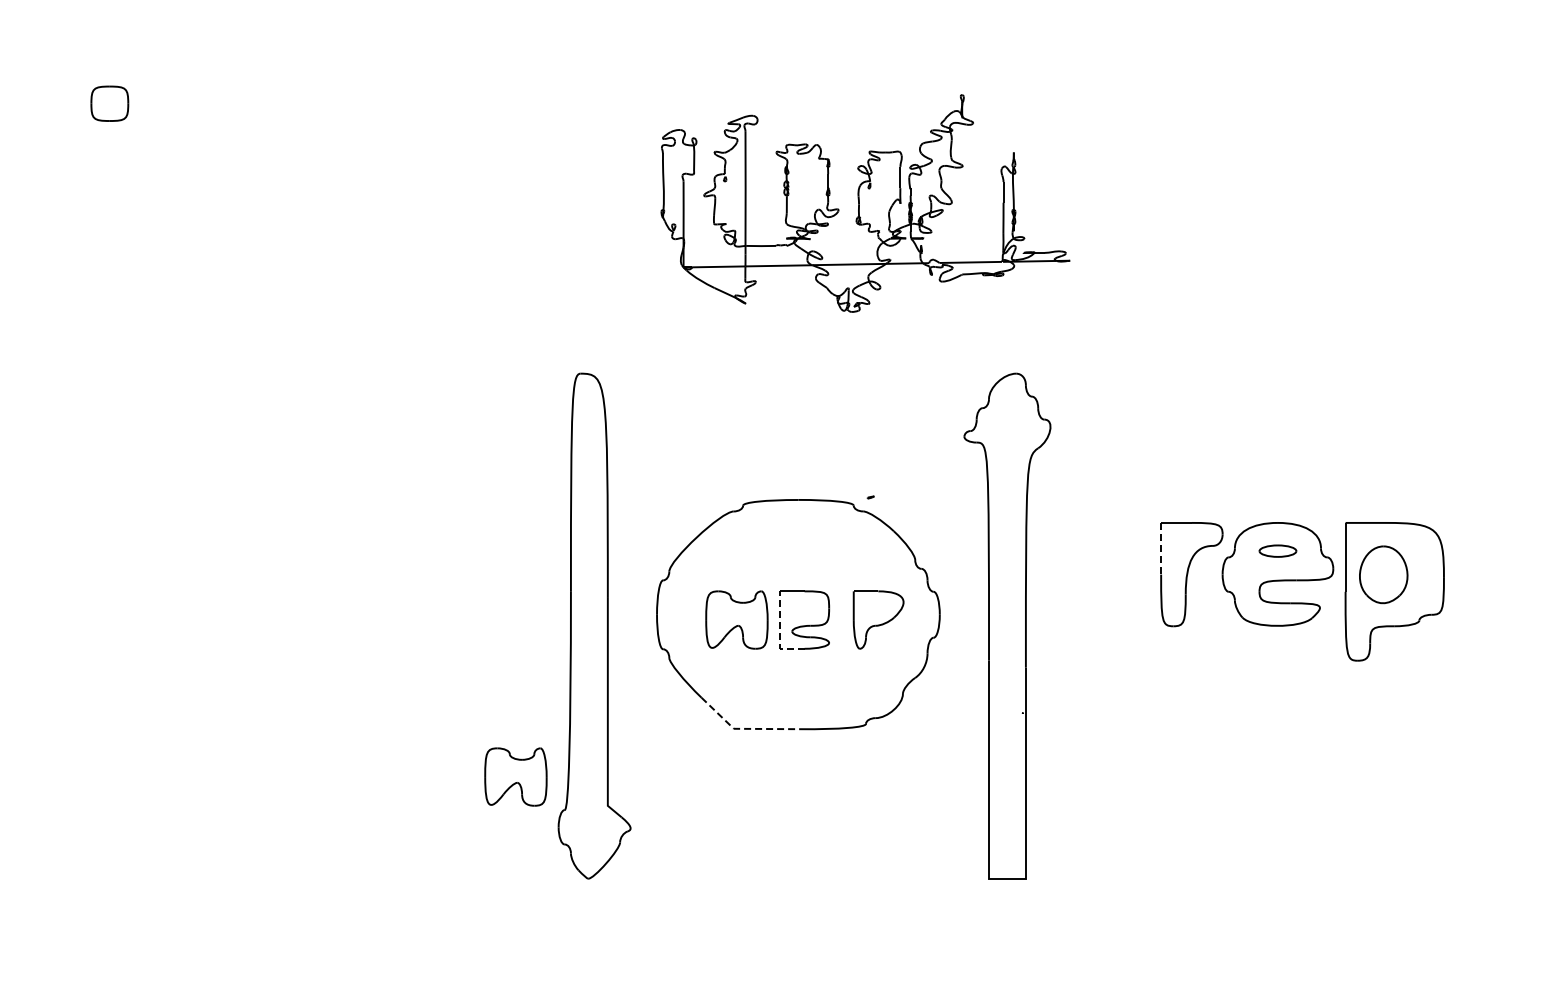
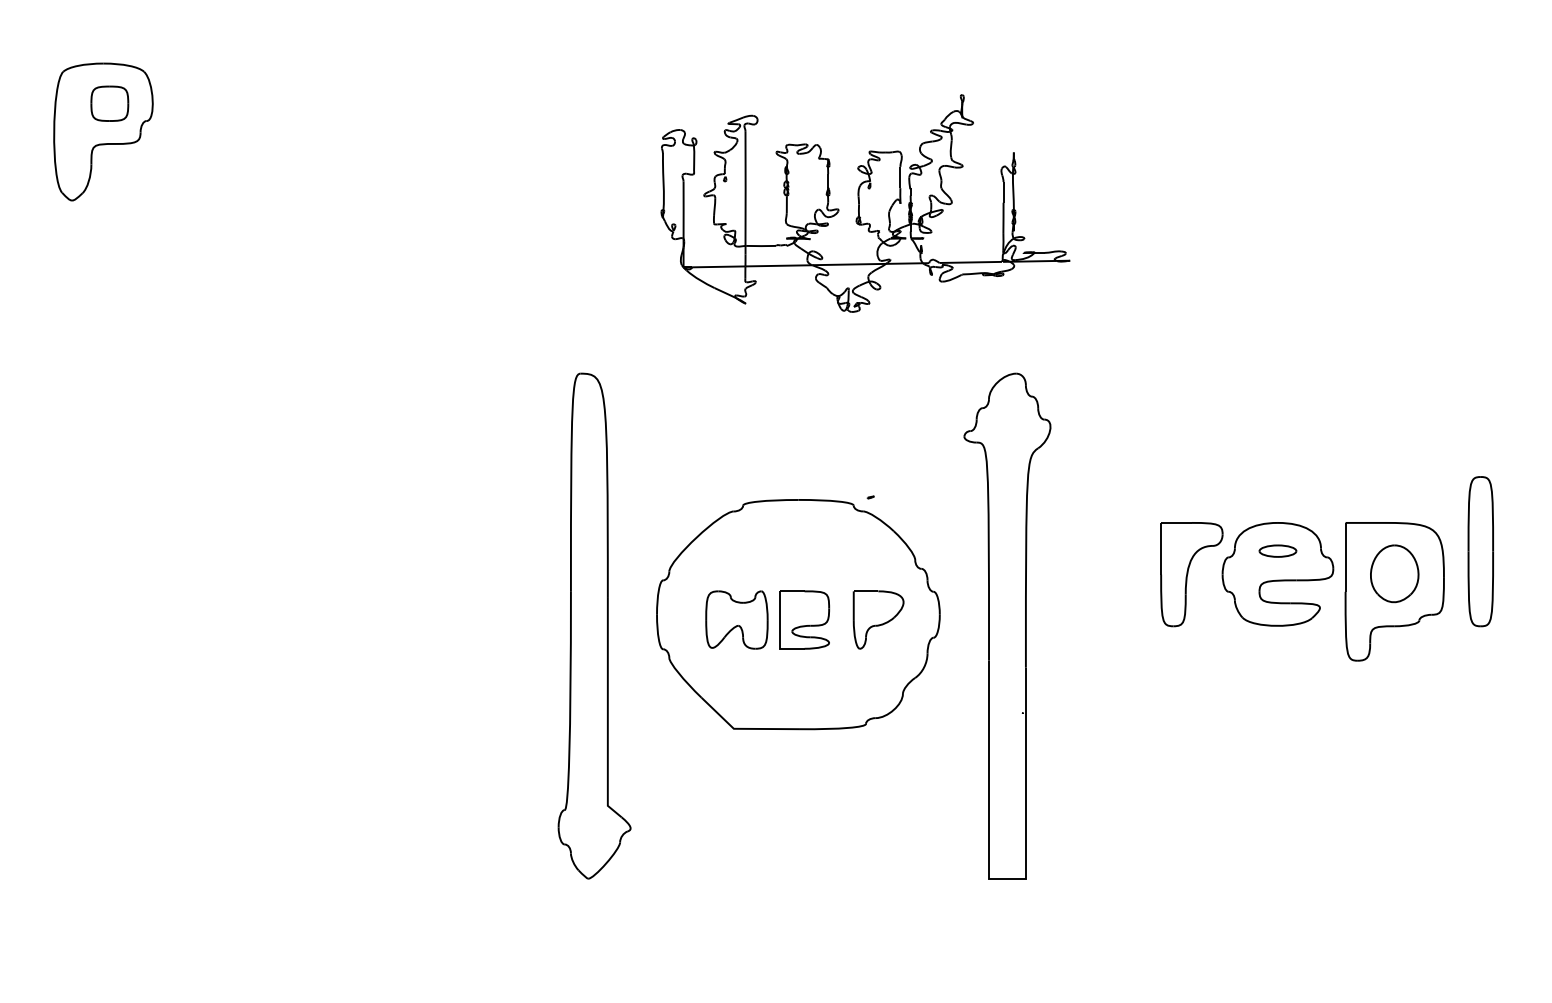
part at (103, 131): none -> present
line at (1161, 548): dashed -> solid
part at (1480, 551): none -> present
part at (1383, 574) position: (1383, 574) -> (1394, 573)
line at (779, 631): dashed -> solid
line at (744, 728): dashed -> solid
part at (515, 776): present -> none
